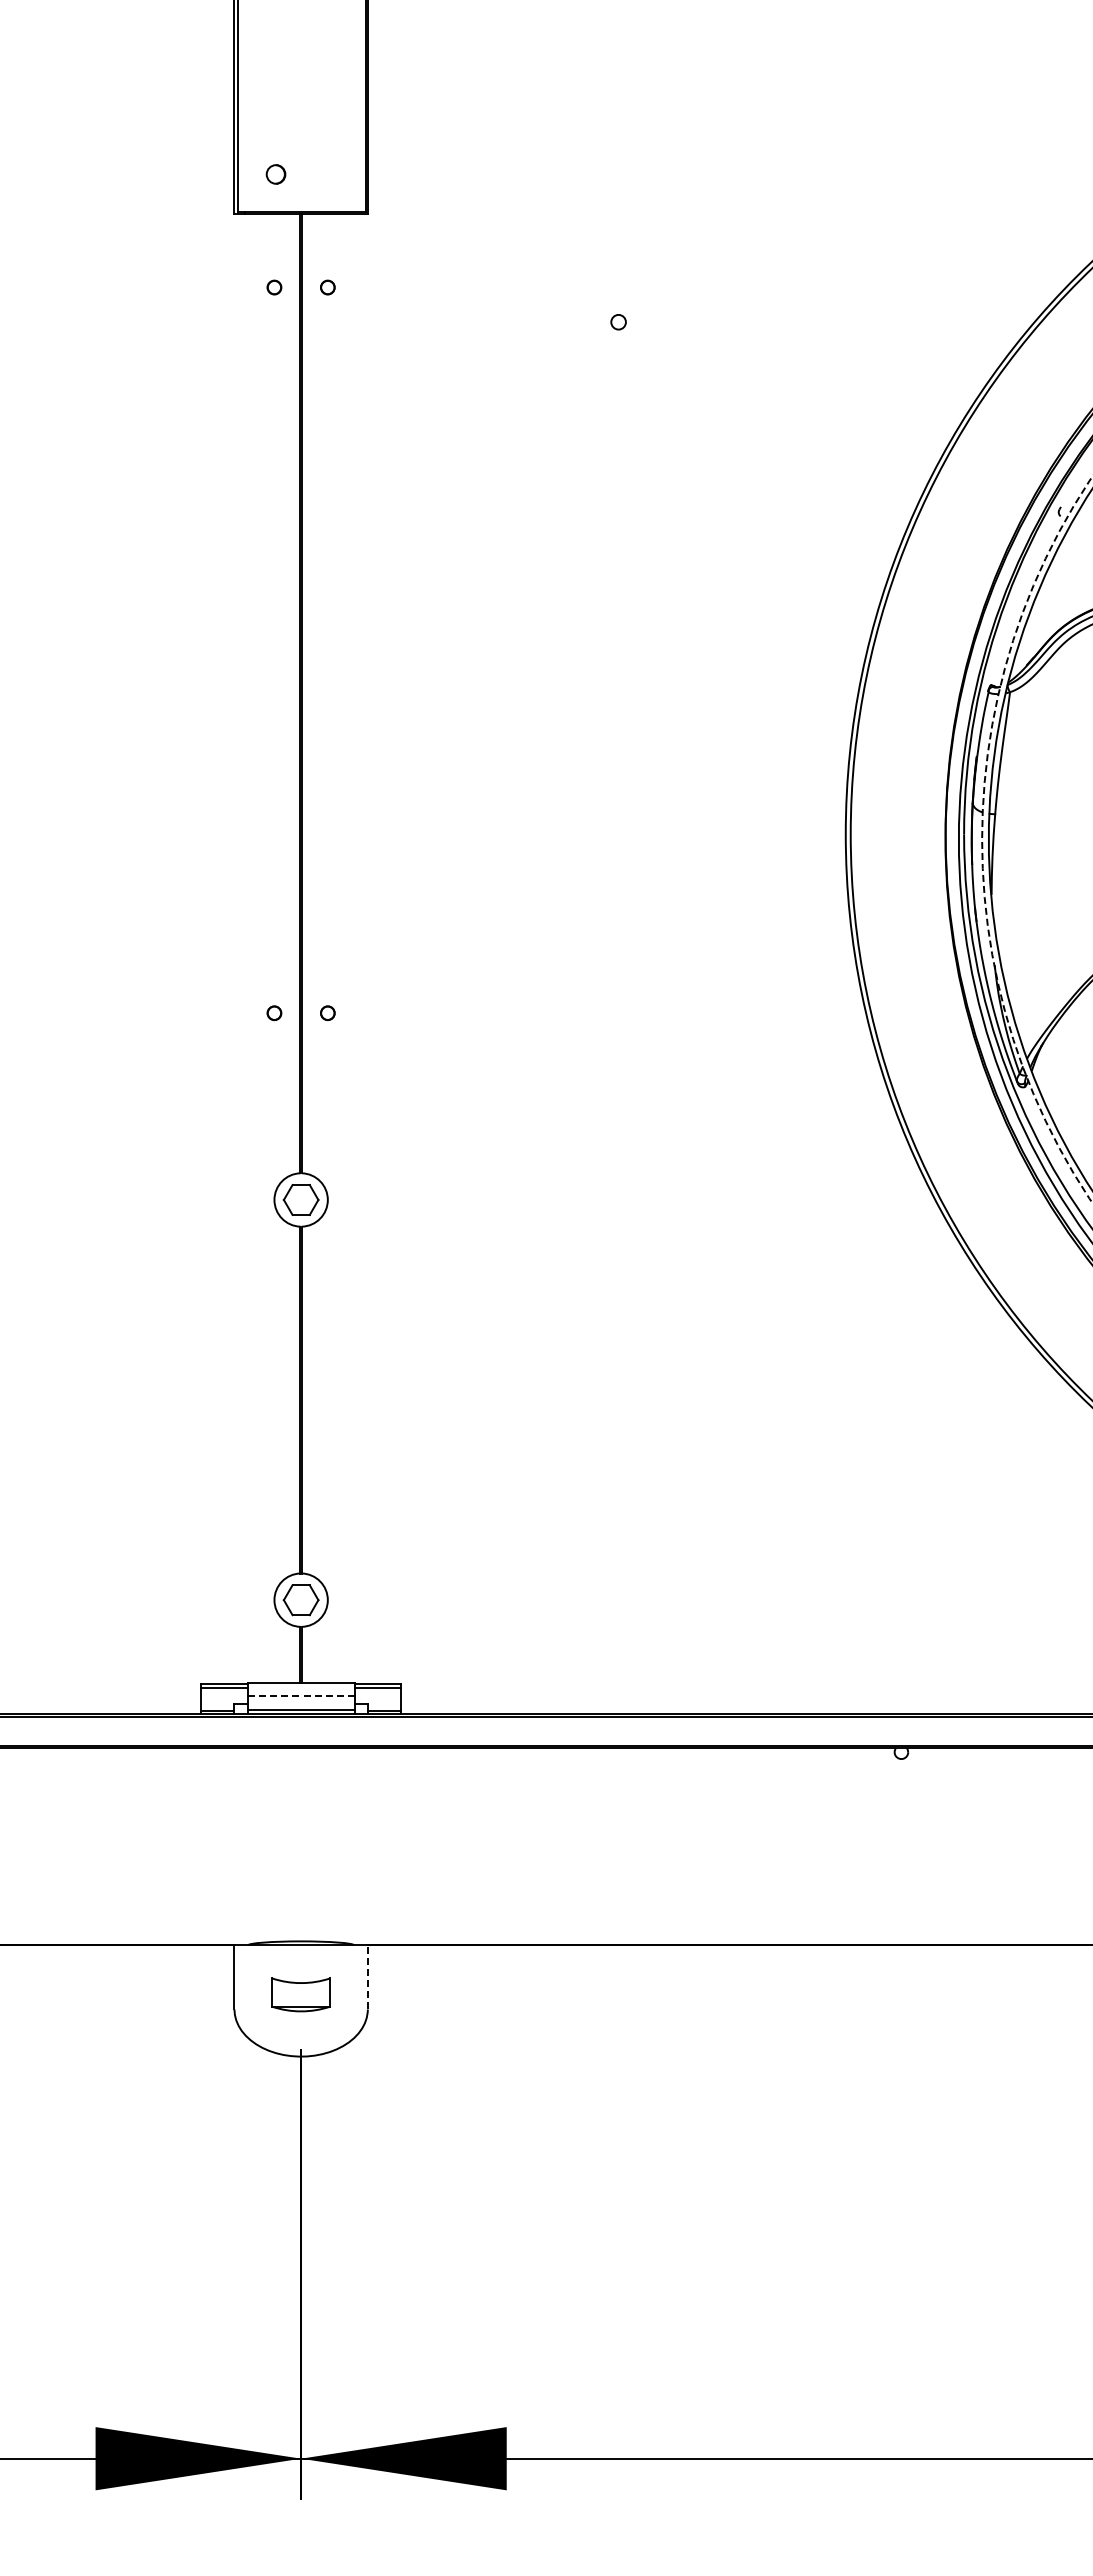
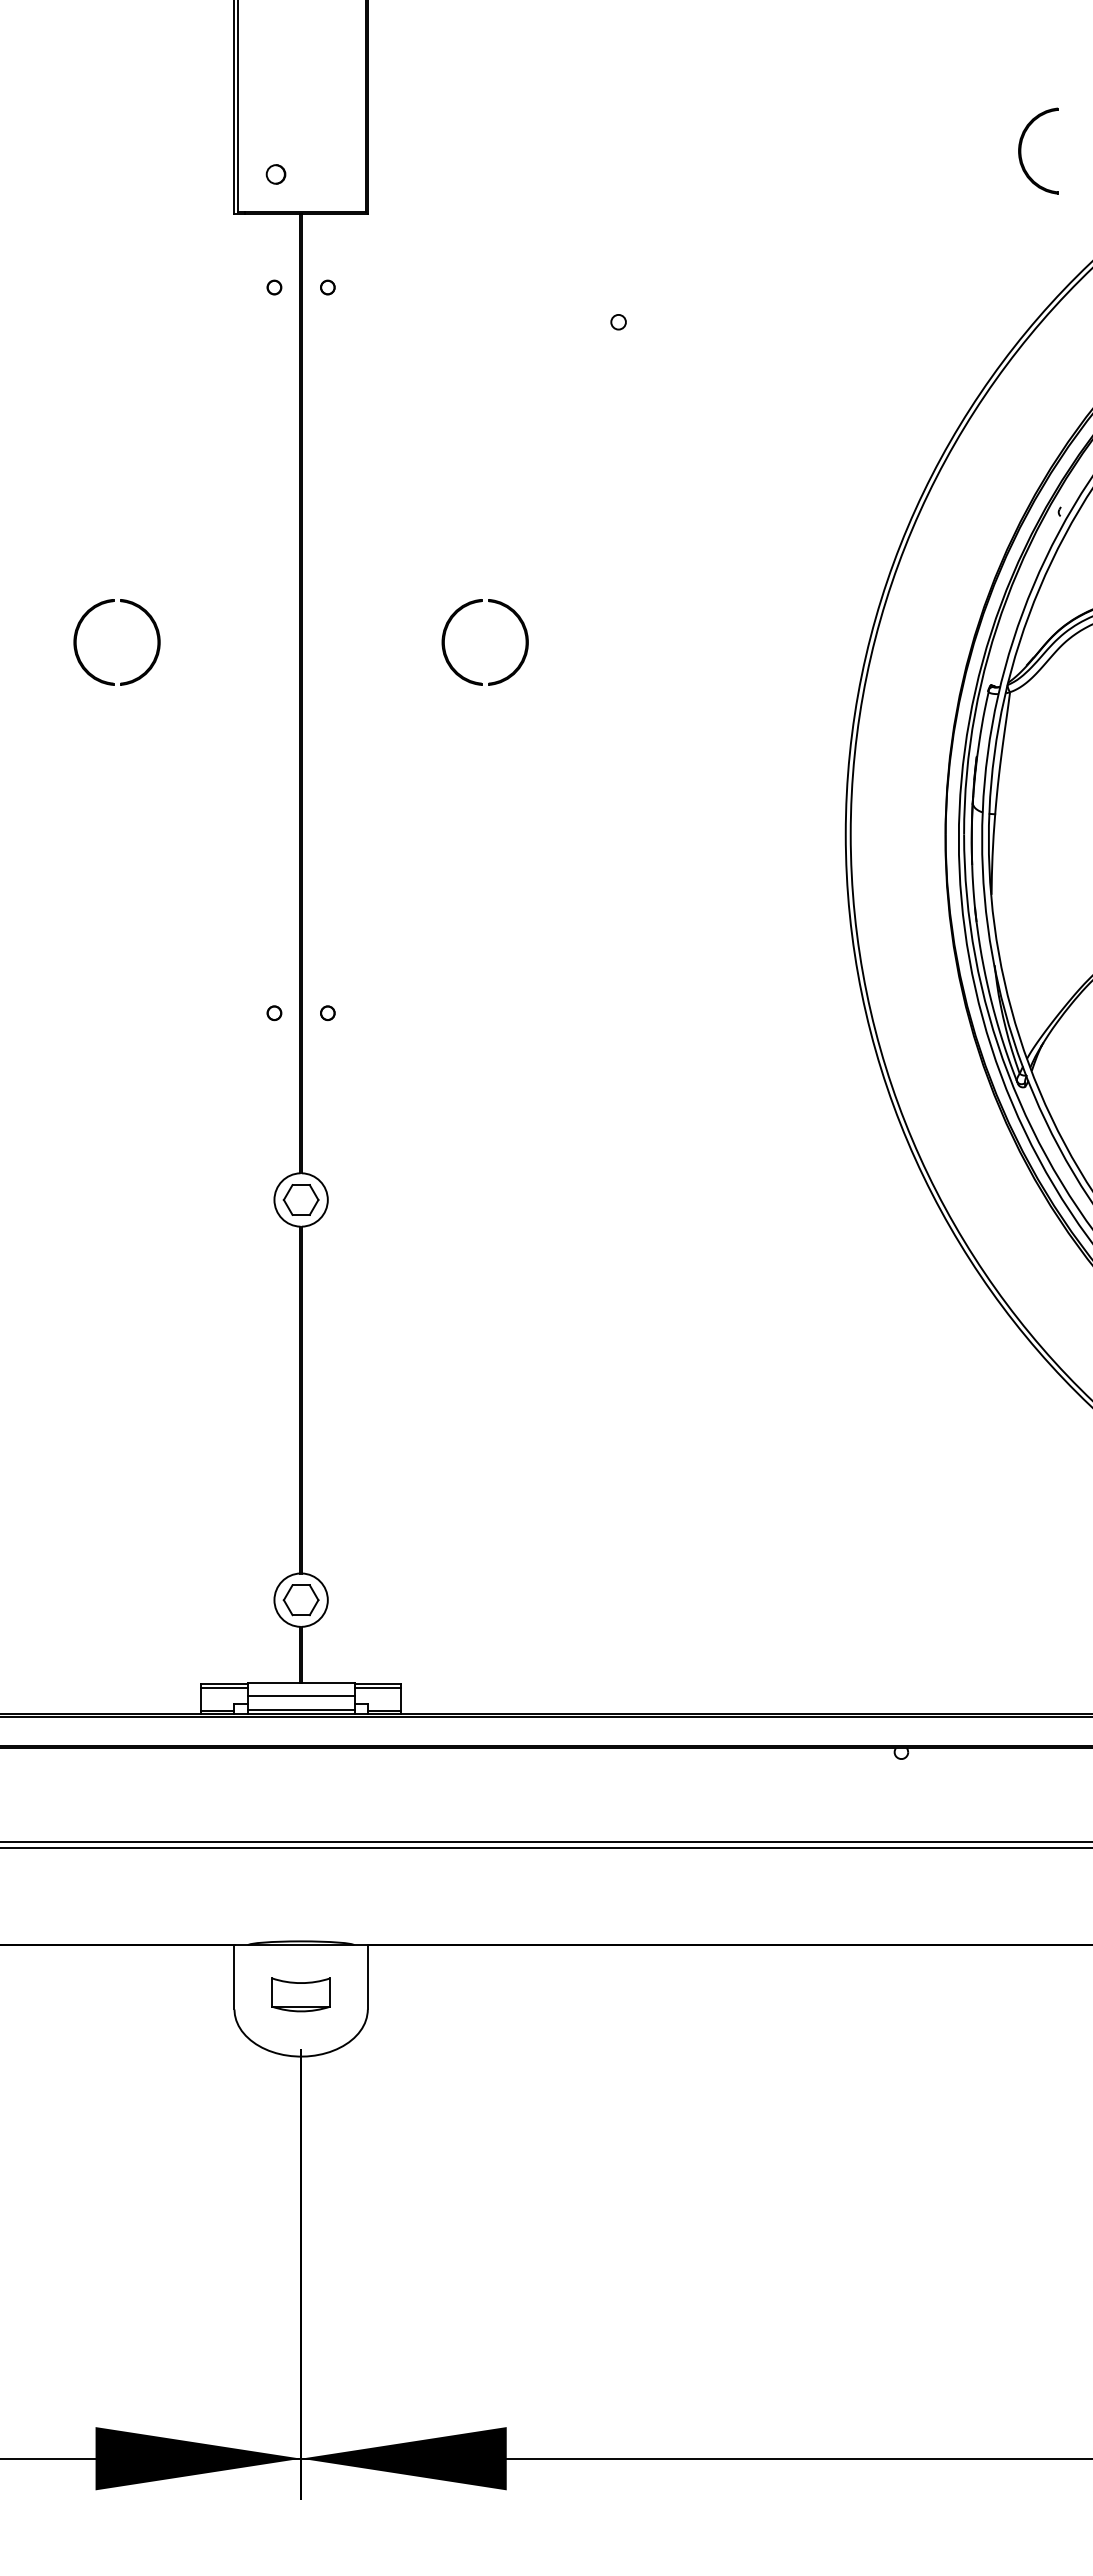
part at (1021, 150): none -> present
part at (447, 655): none -> present
part at (80, 658): none -> present
arc at (982, 839): dashed -> solid
line at (300, 1695): dashed -> solid
line at (545, 1841): none -> present
line at (545, 1848): none -> present
line at (367, 1976): dashed -> solid
